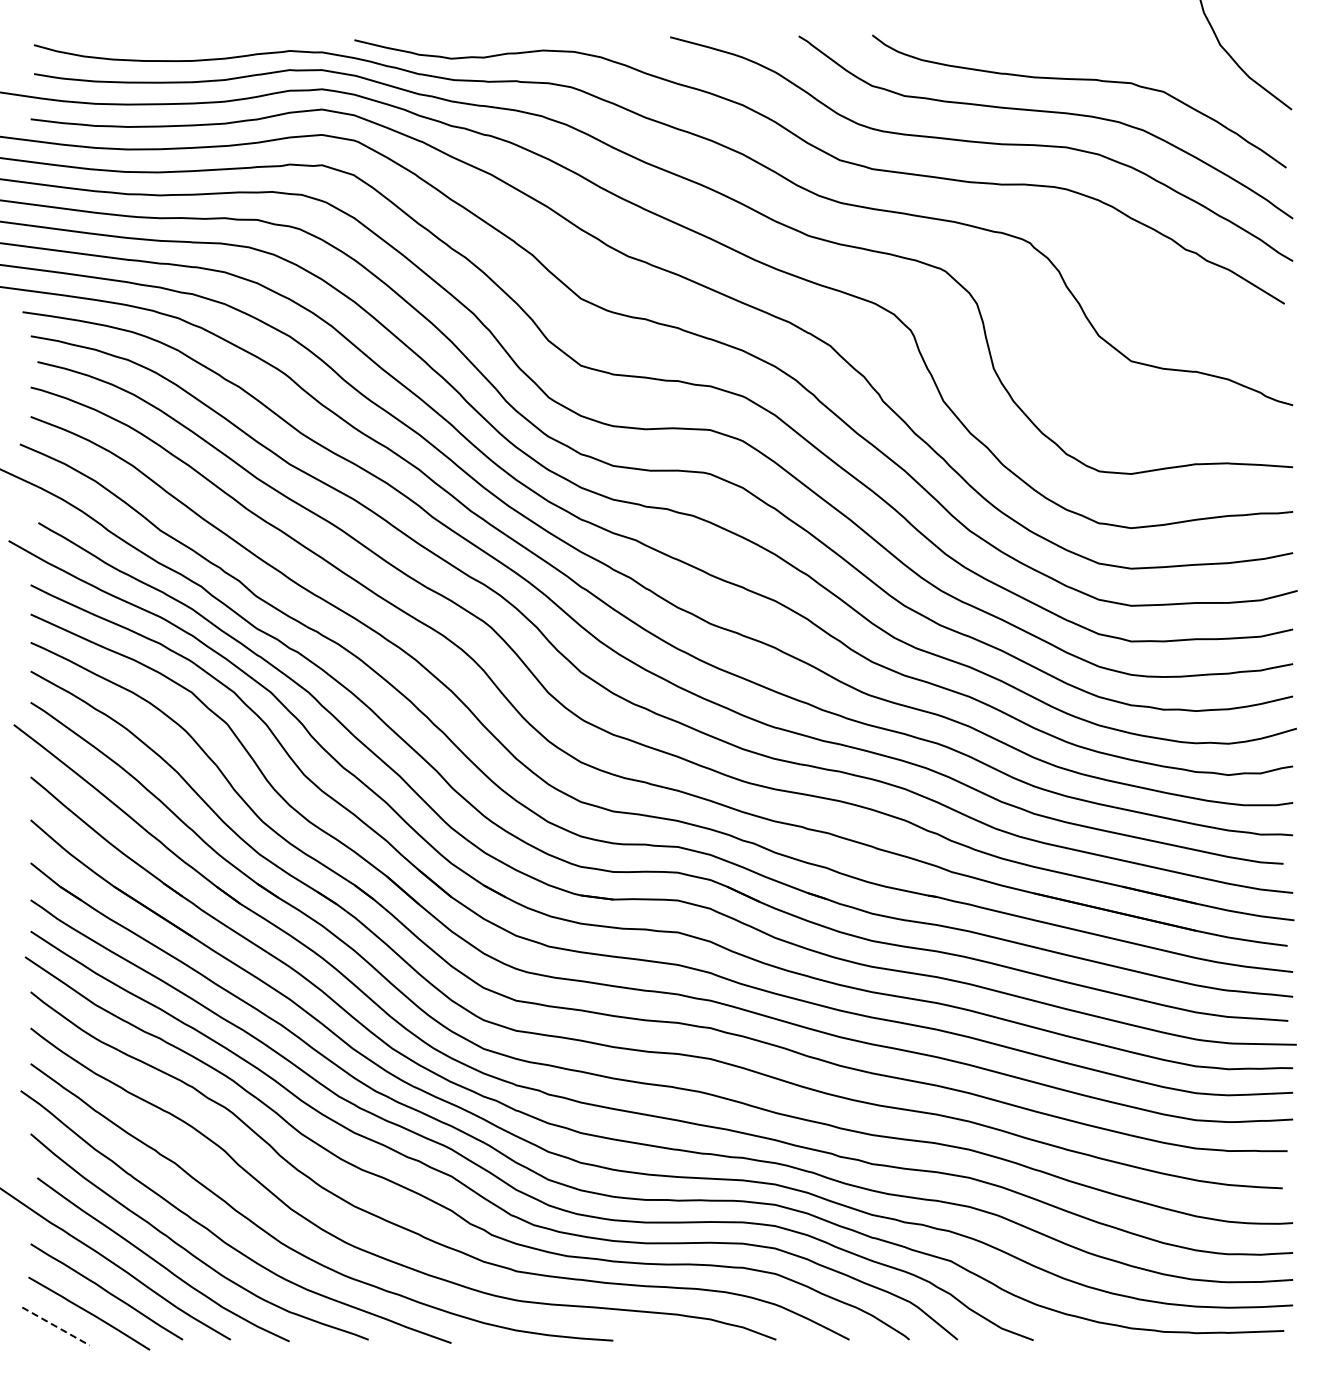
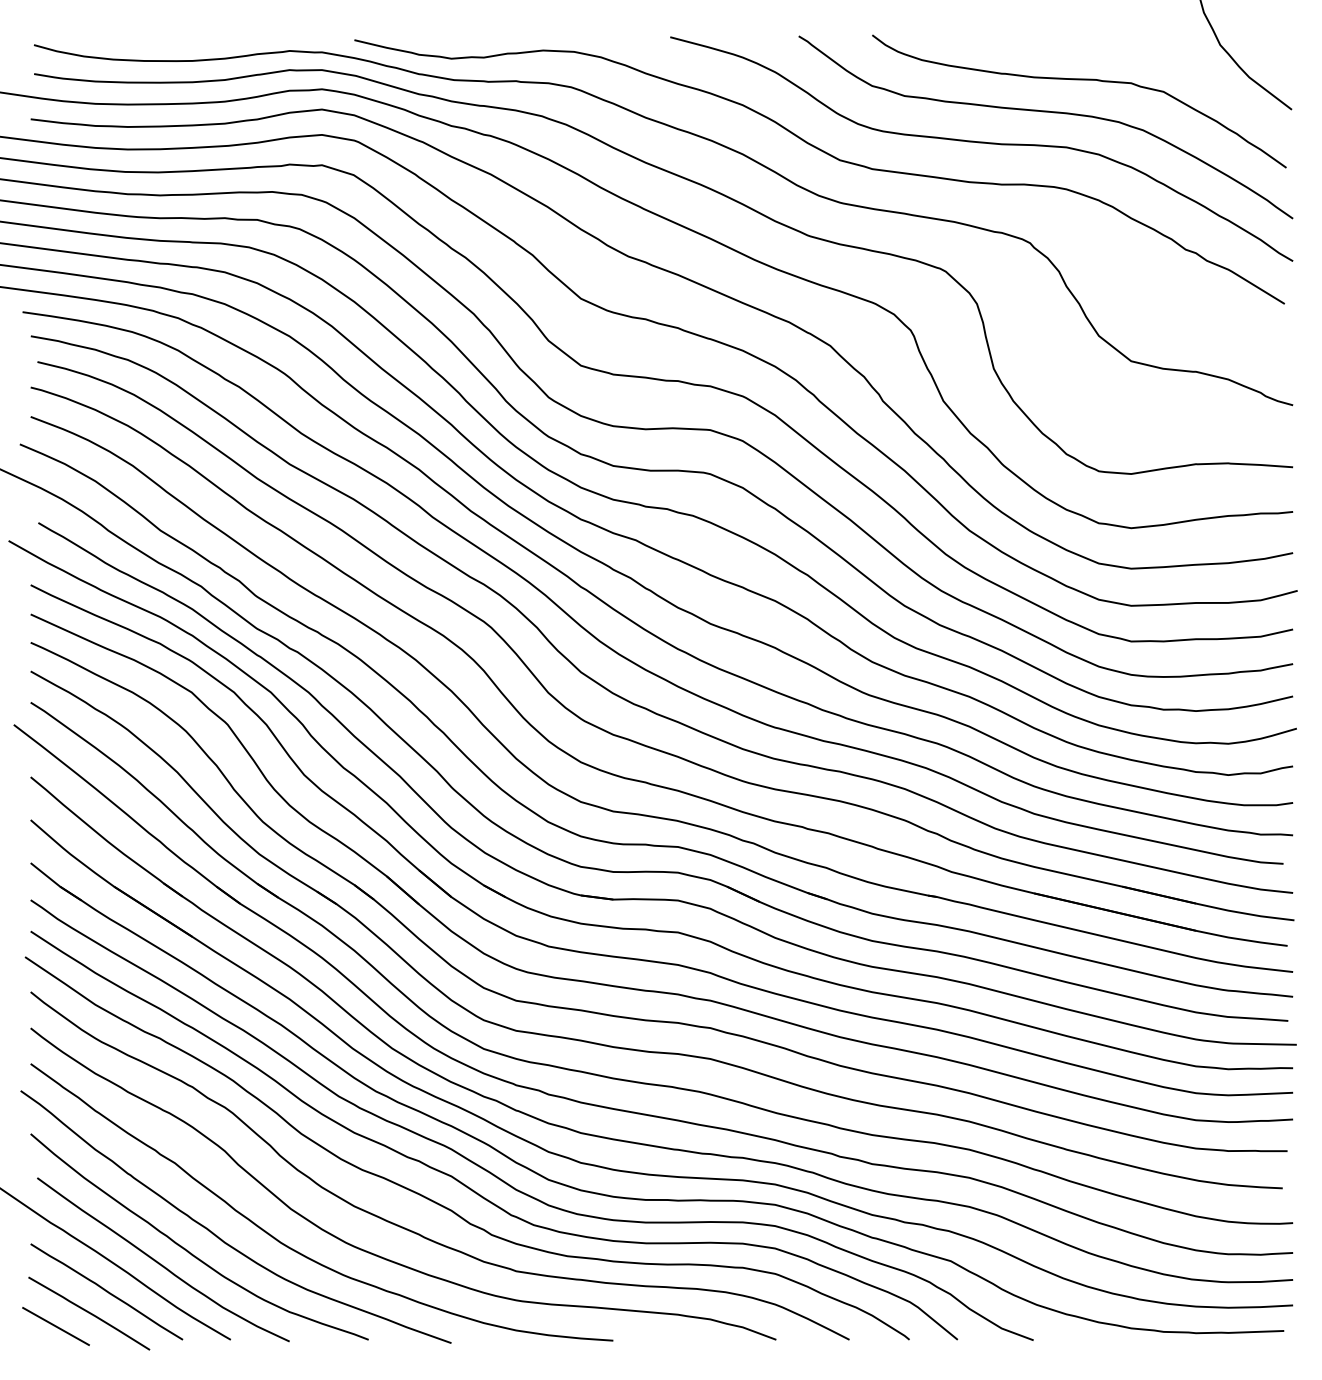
line at (56, 1326): dashed -> solid
